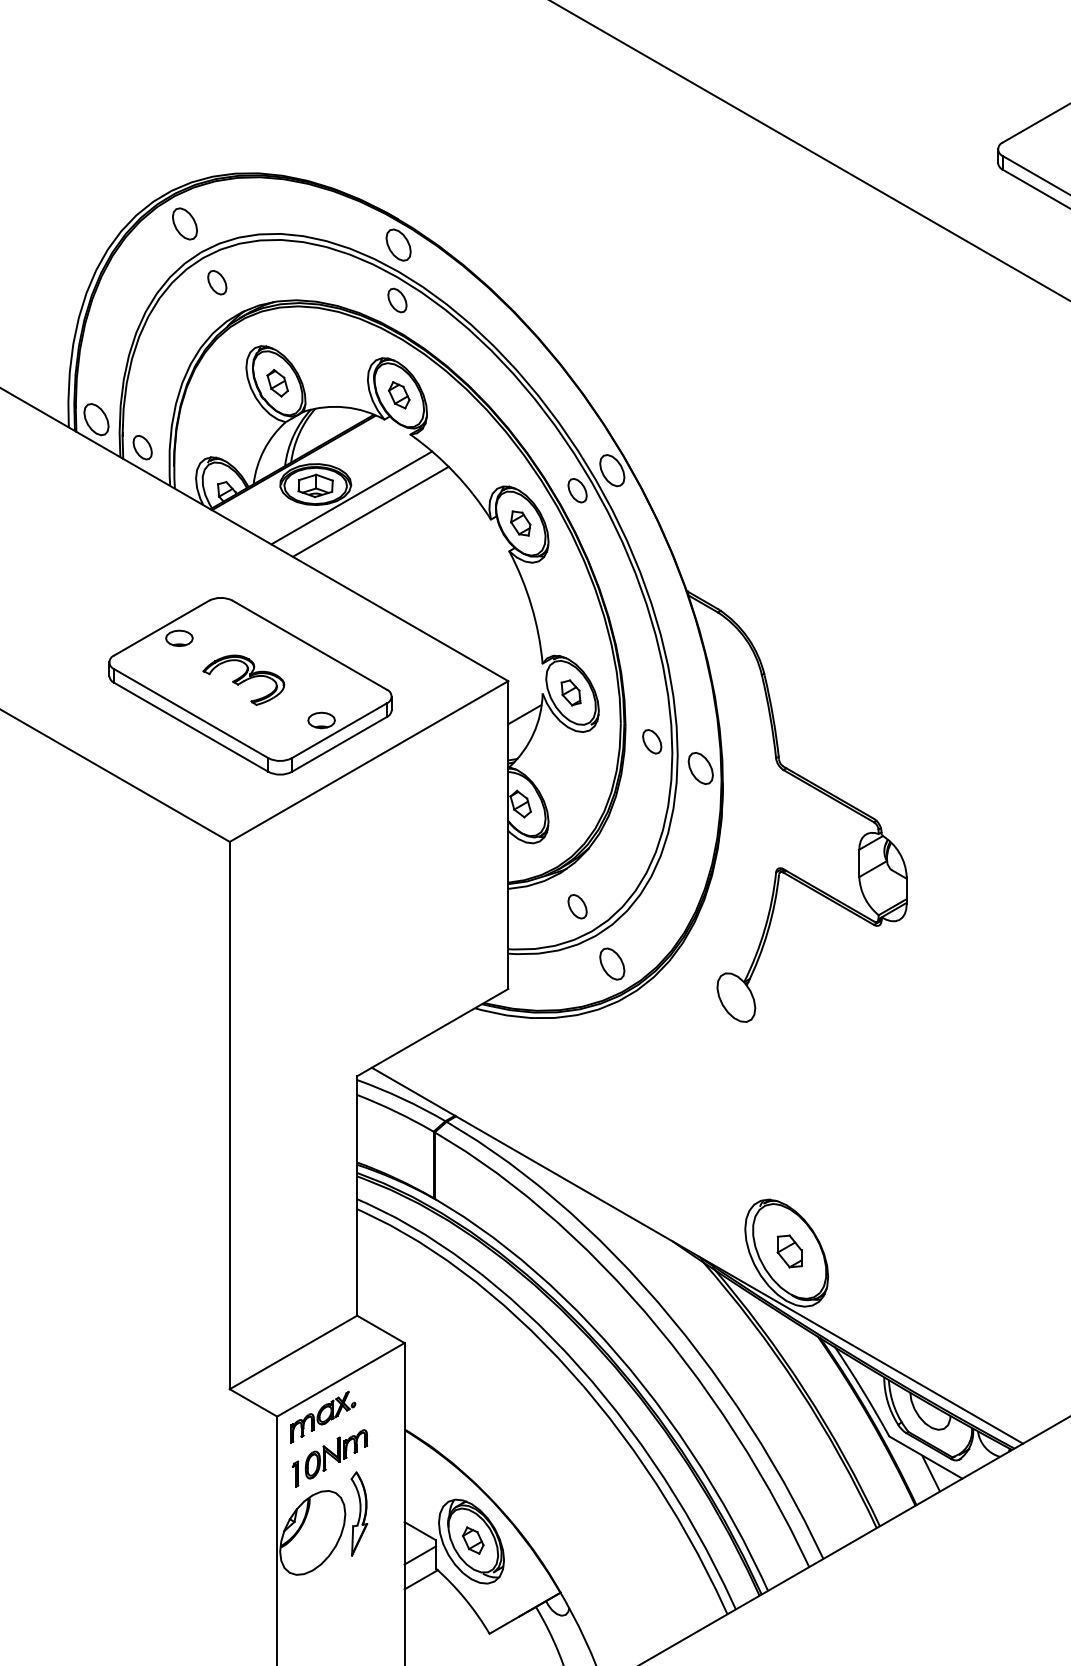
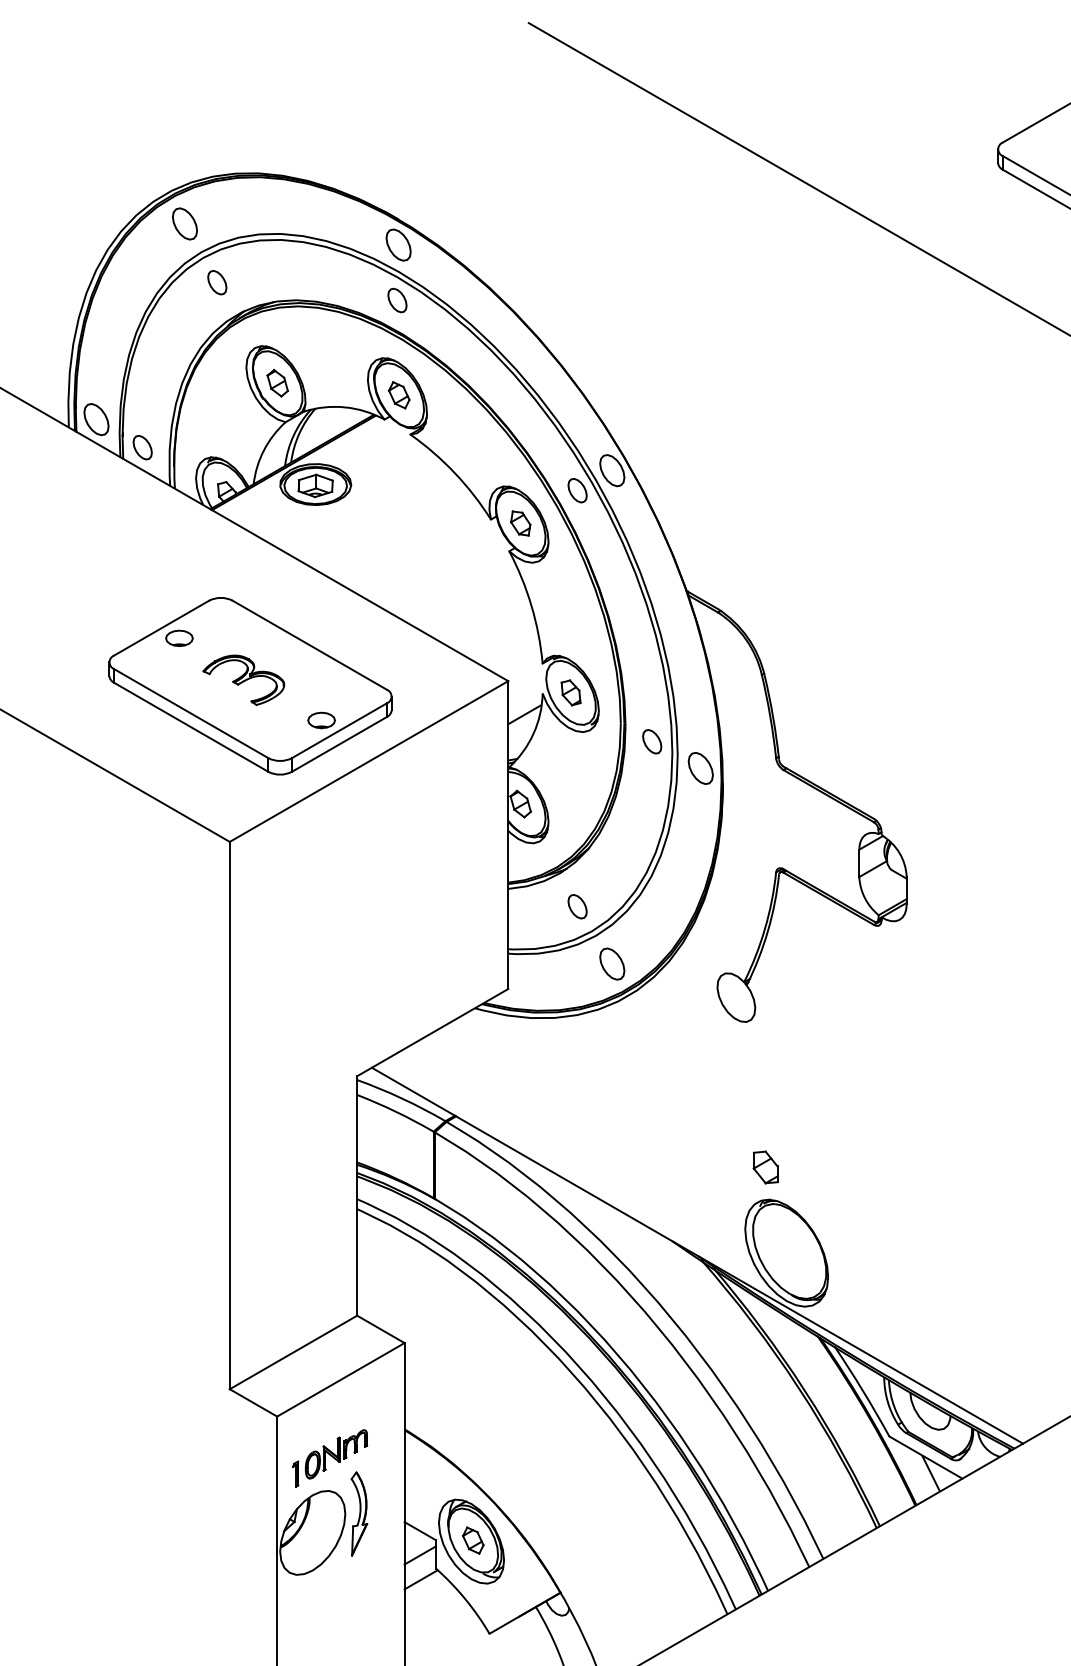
line at (809, 150) position: (809, 150) -> (797, 178)
line at (351, 497): present -> none
line at (370, 511): present -> none
part at (789, 1251) position: (789, 1251) -> (765, 1167)
part at (323, 1417): present -> none
